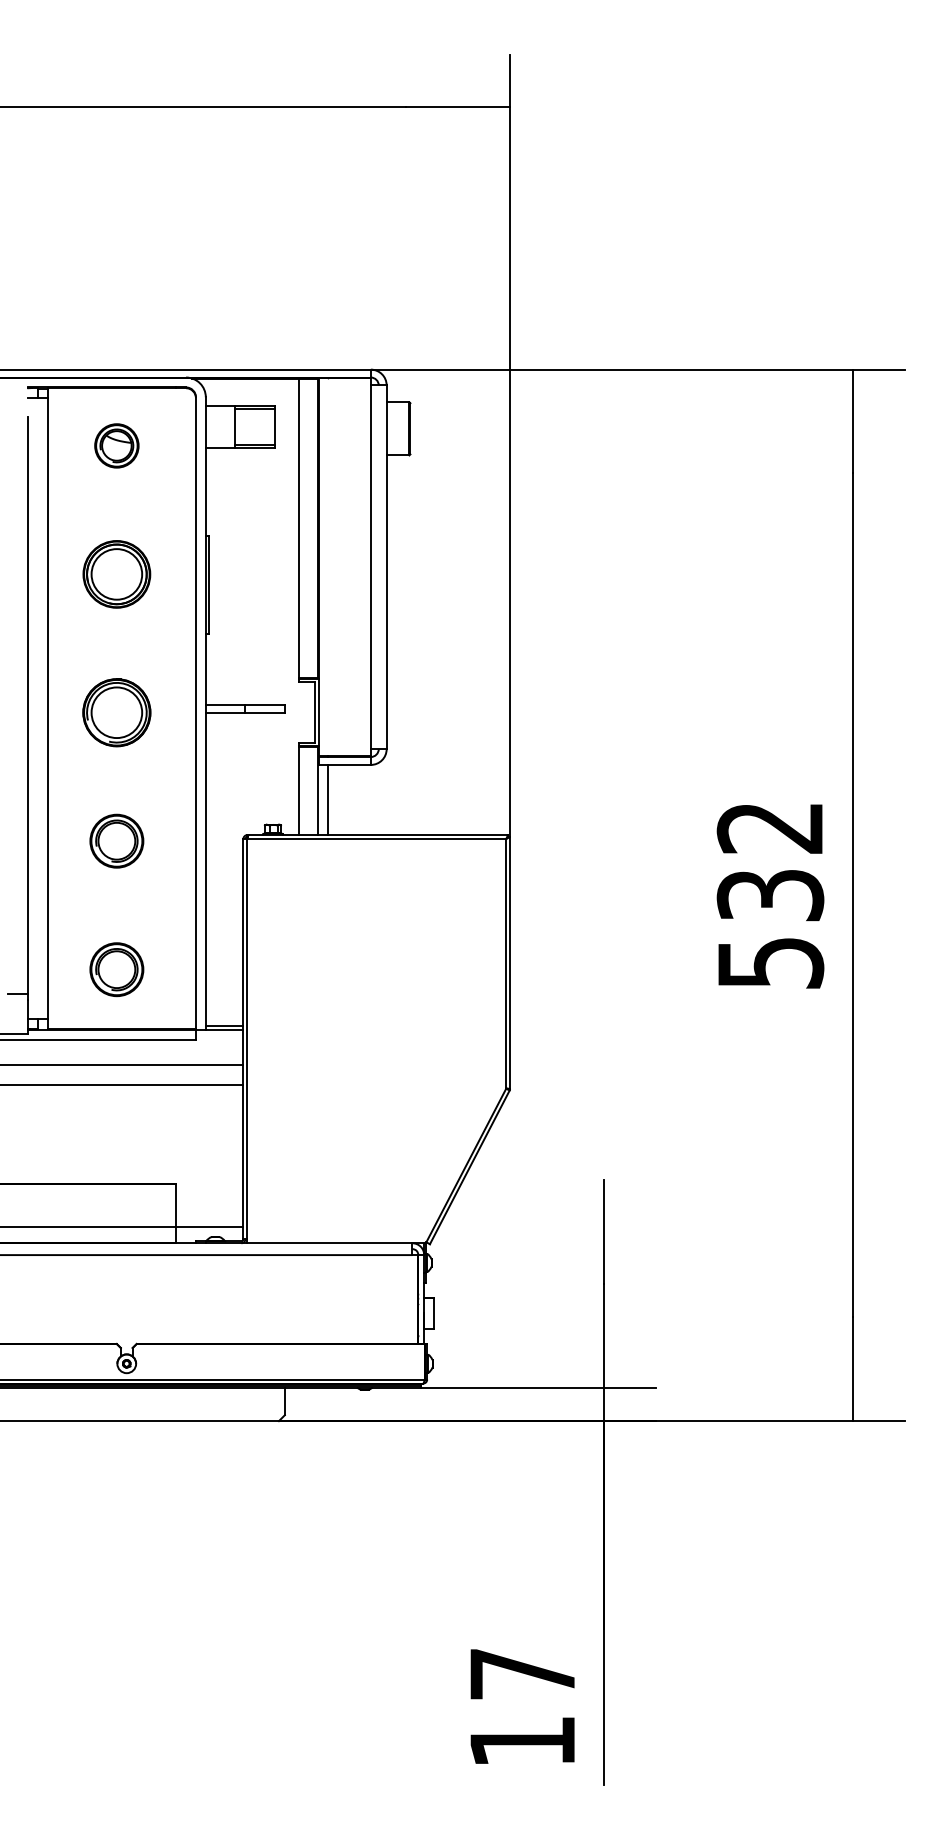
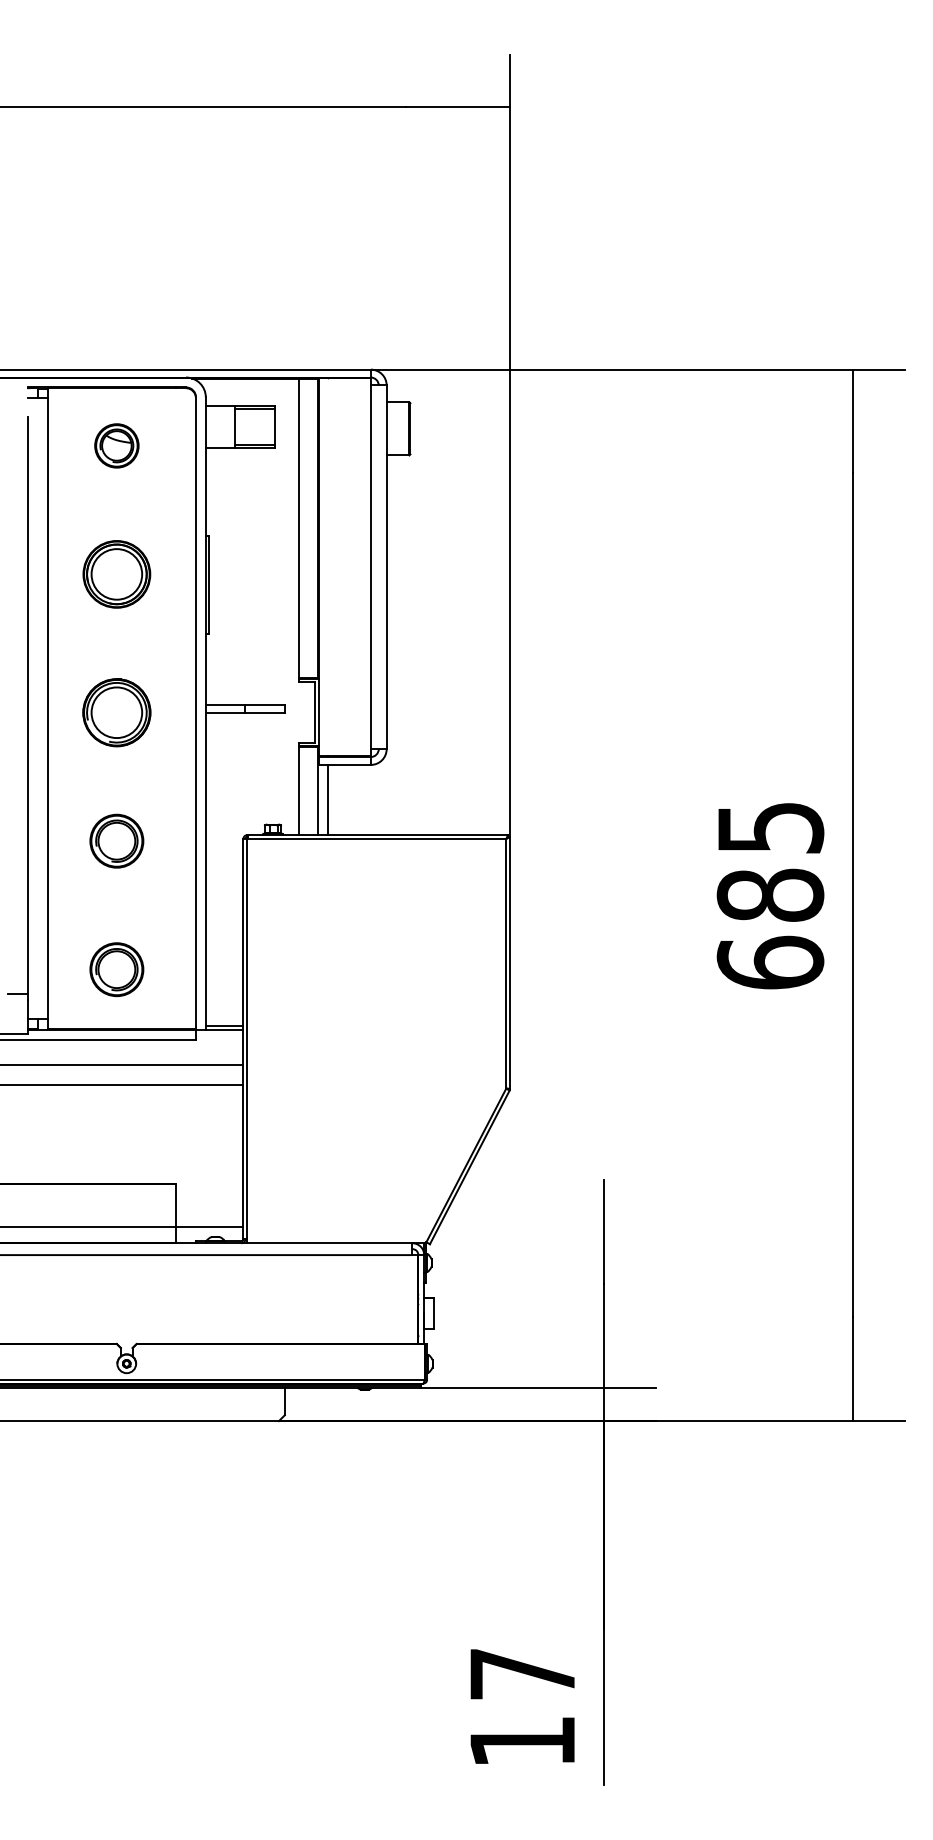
text at (770, 896): 532 -> 685
